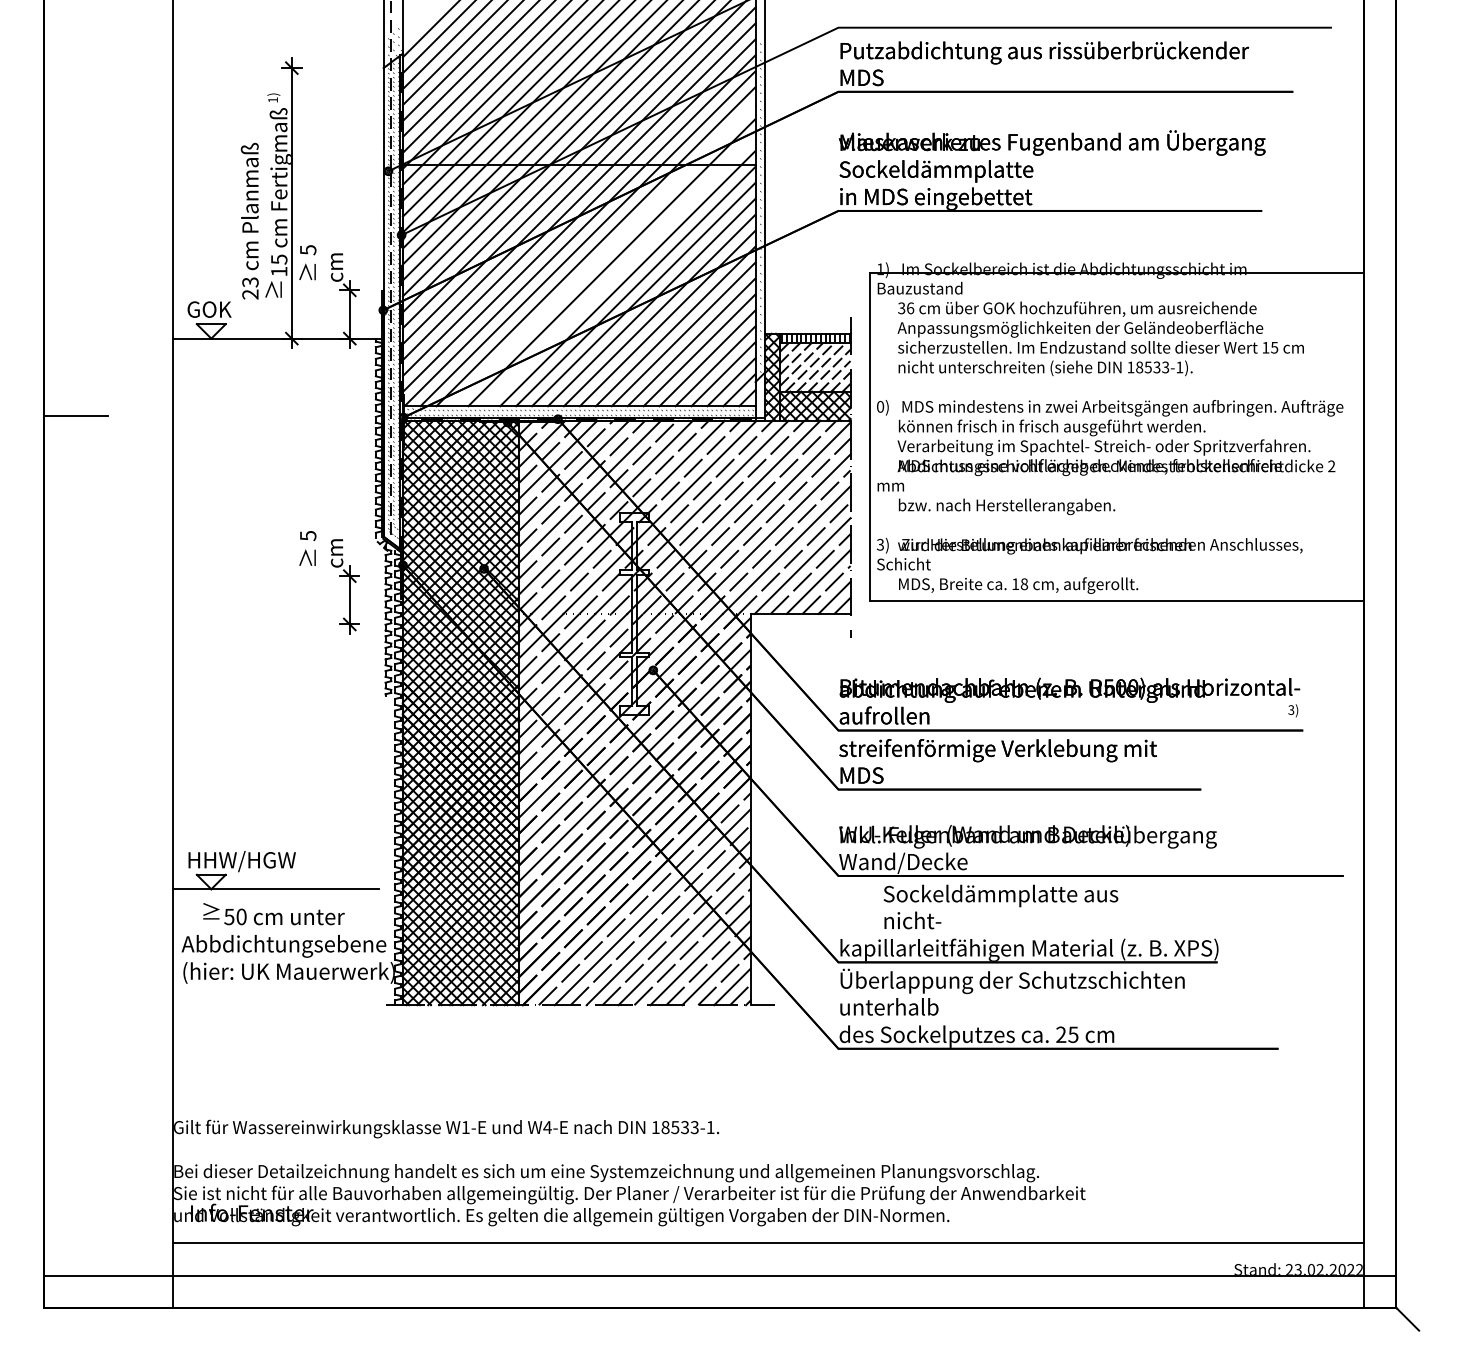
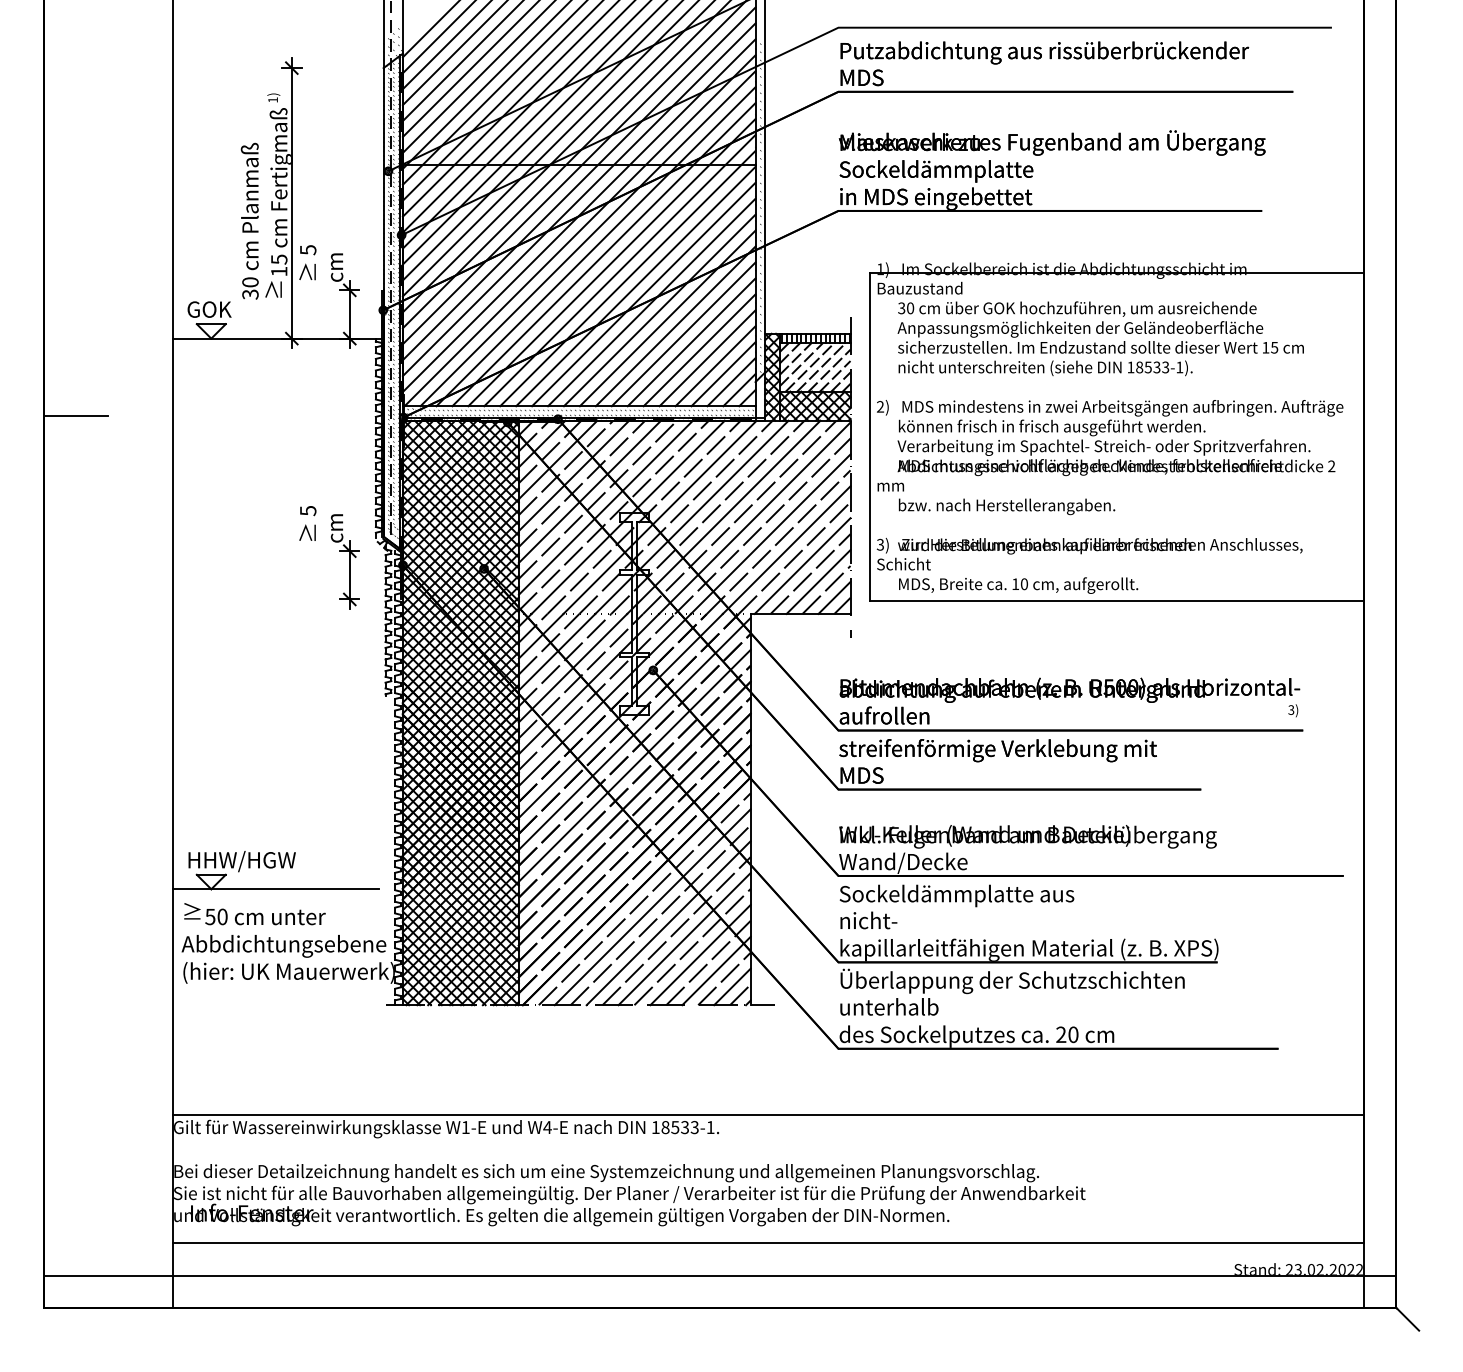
line at (603, 254): none -> present
line at (619, 270): none -> present
text at (250, 288): 23 -> 30
text at (910, 307): 36 -> 30
text at (880, 406): 0) -> 2)
part at (339, 576) position: (339, 576) -> (339, 551)
text at (1024, 584): 18 -> 10
text at (1000, 906) position: (1000, 906) -> (956, 906)
text at (273, 914) position: (273, 914) -> (254, 914)
text at (1073, 1034): 25 -> 20
line at (768, 1114): none -> present
